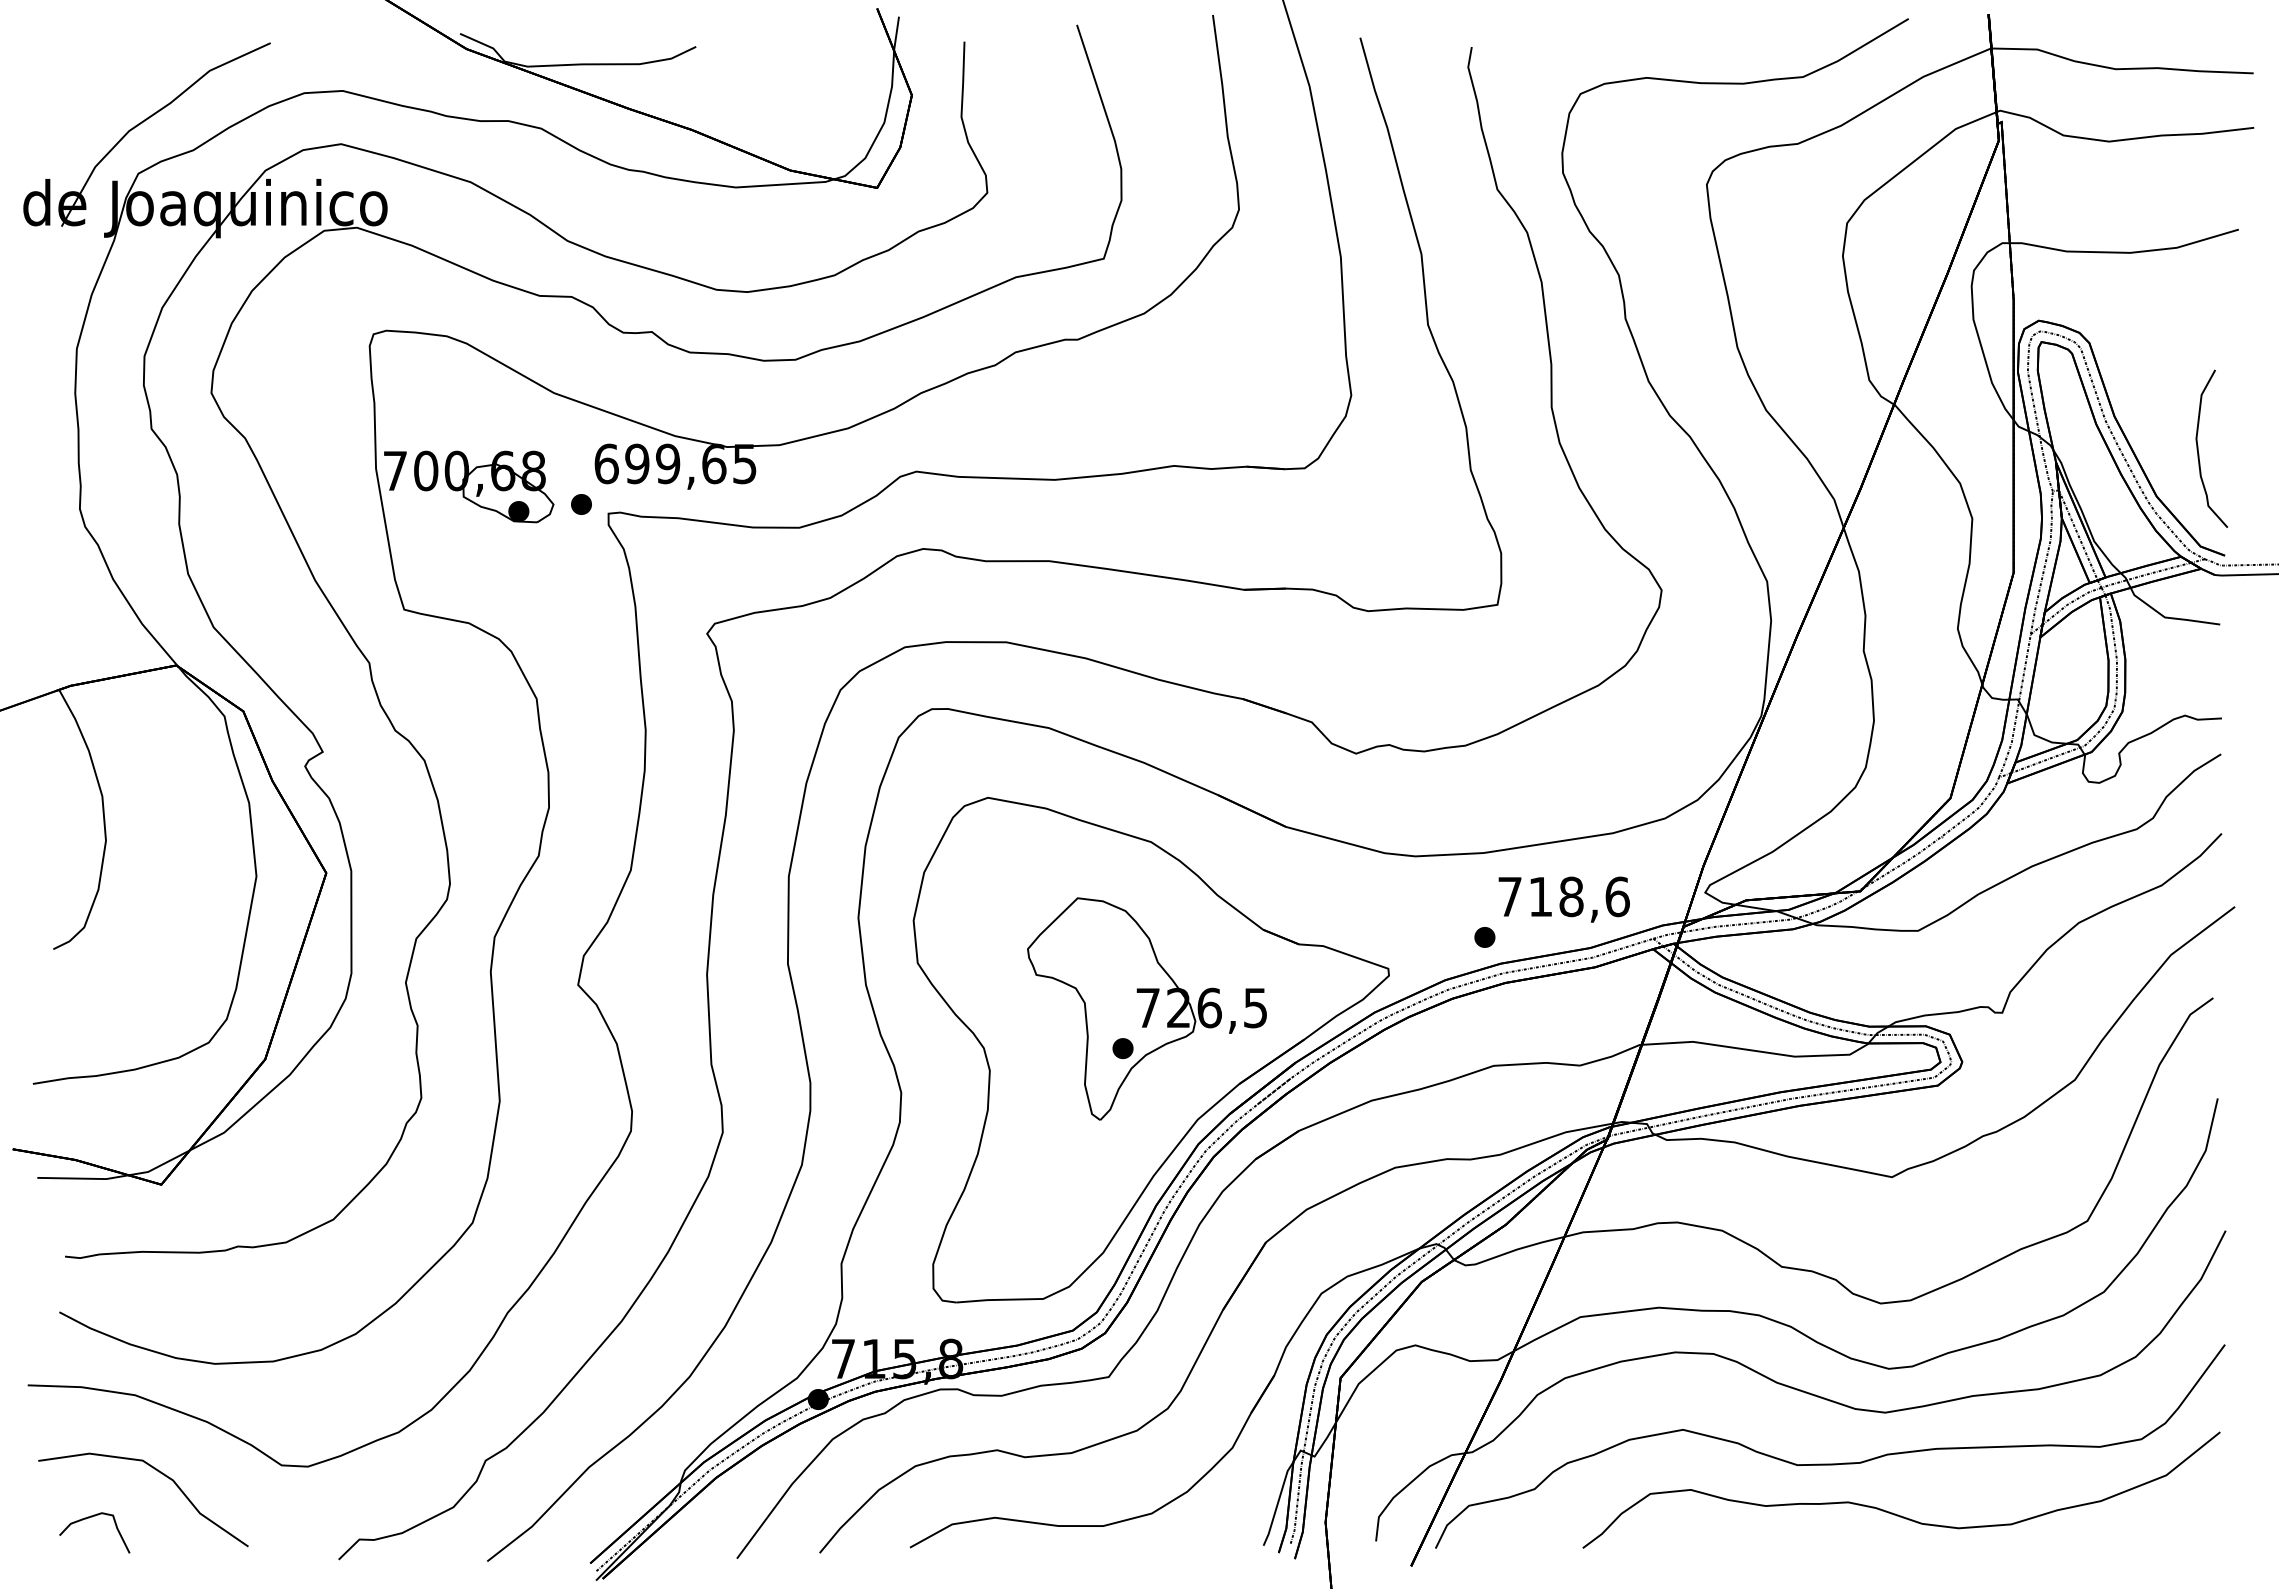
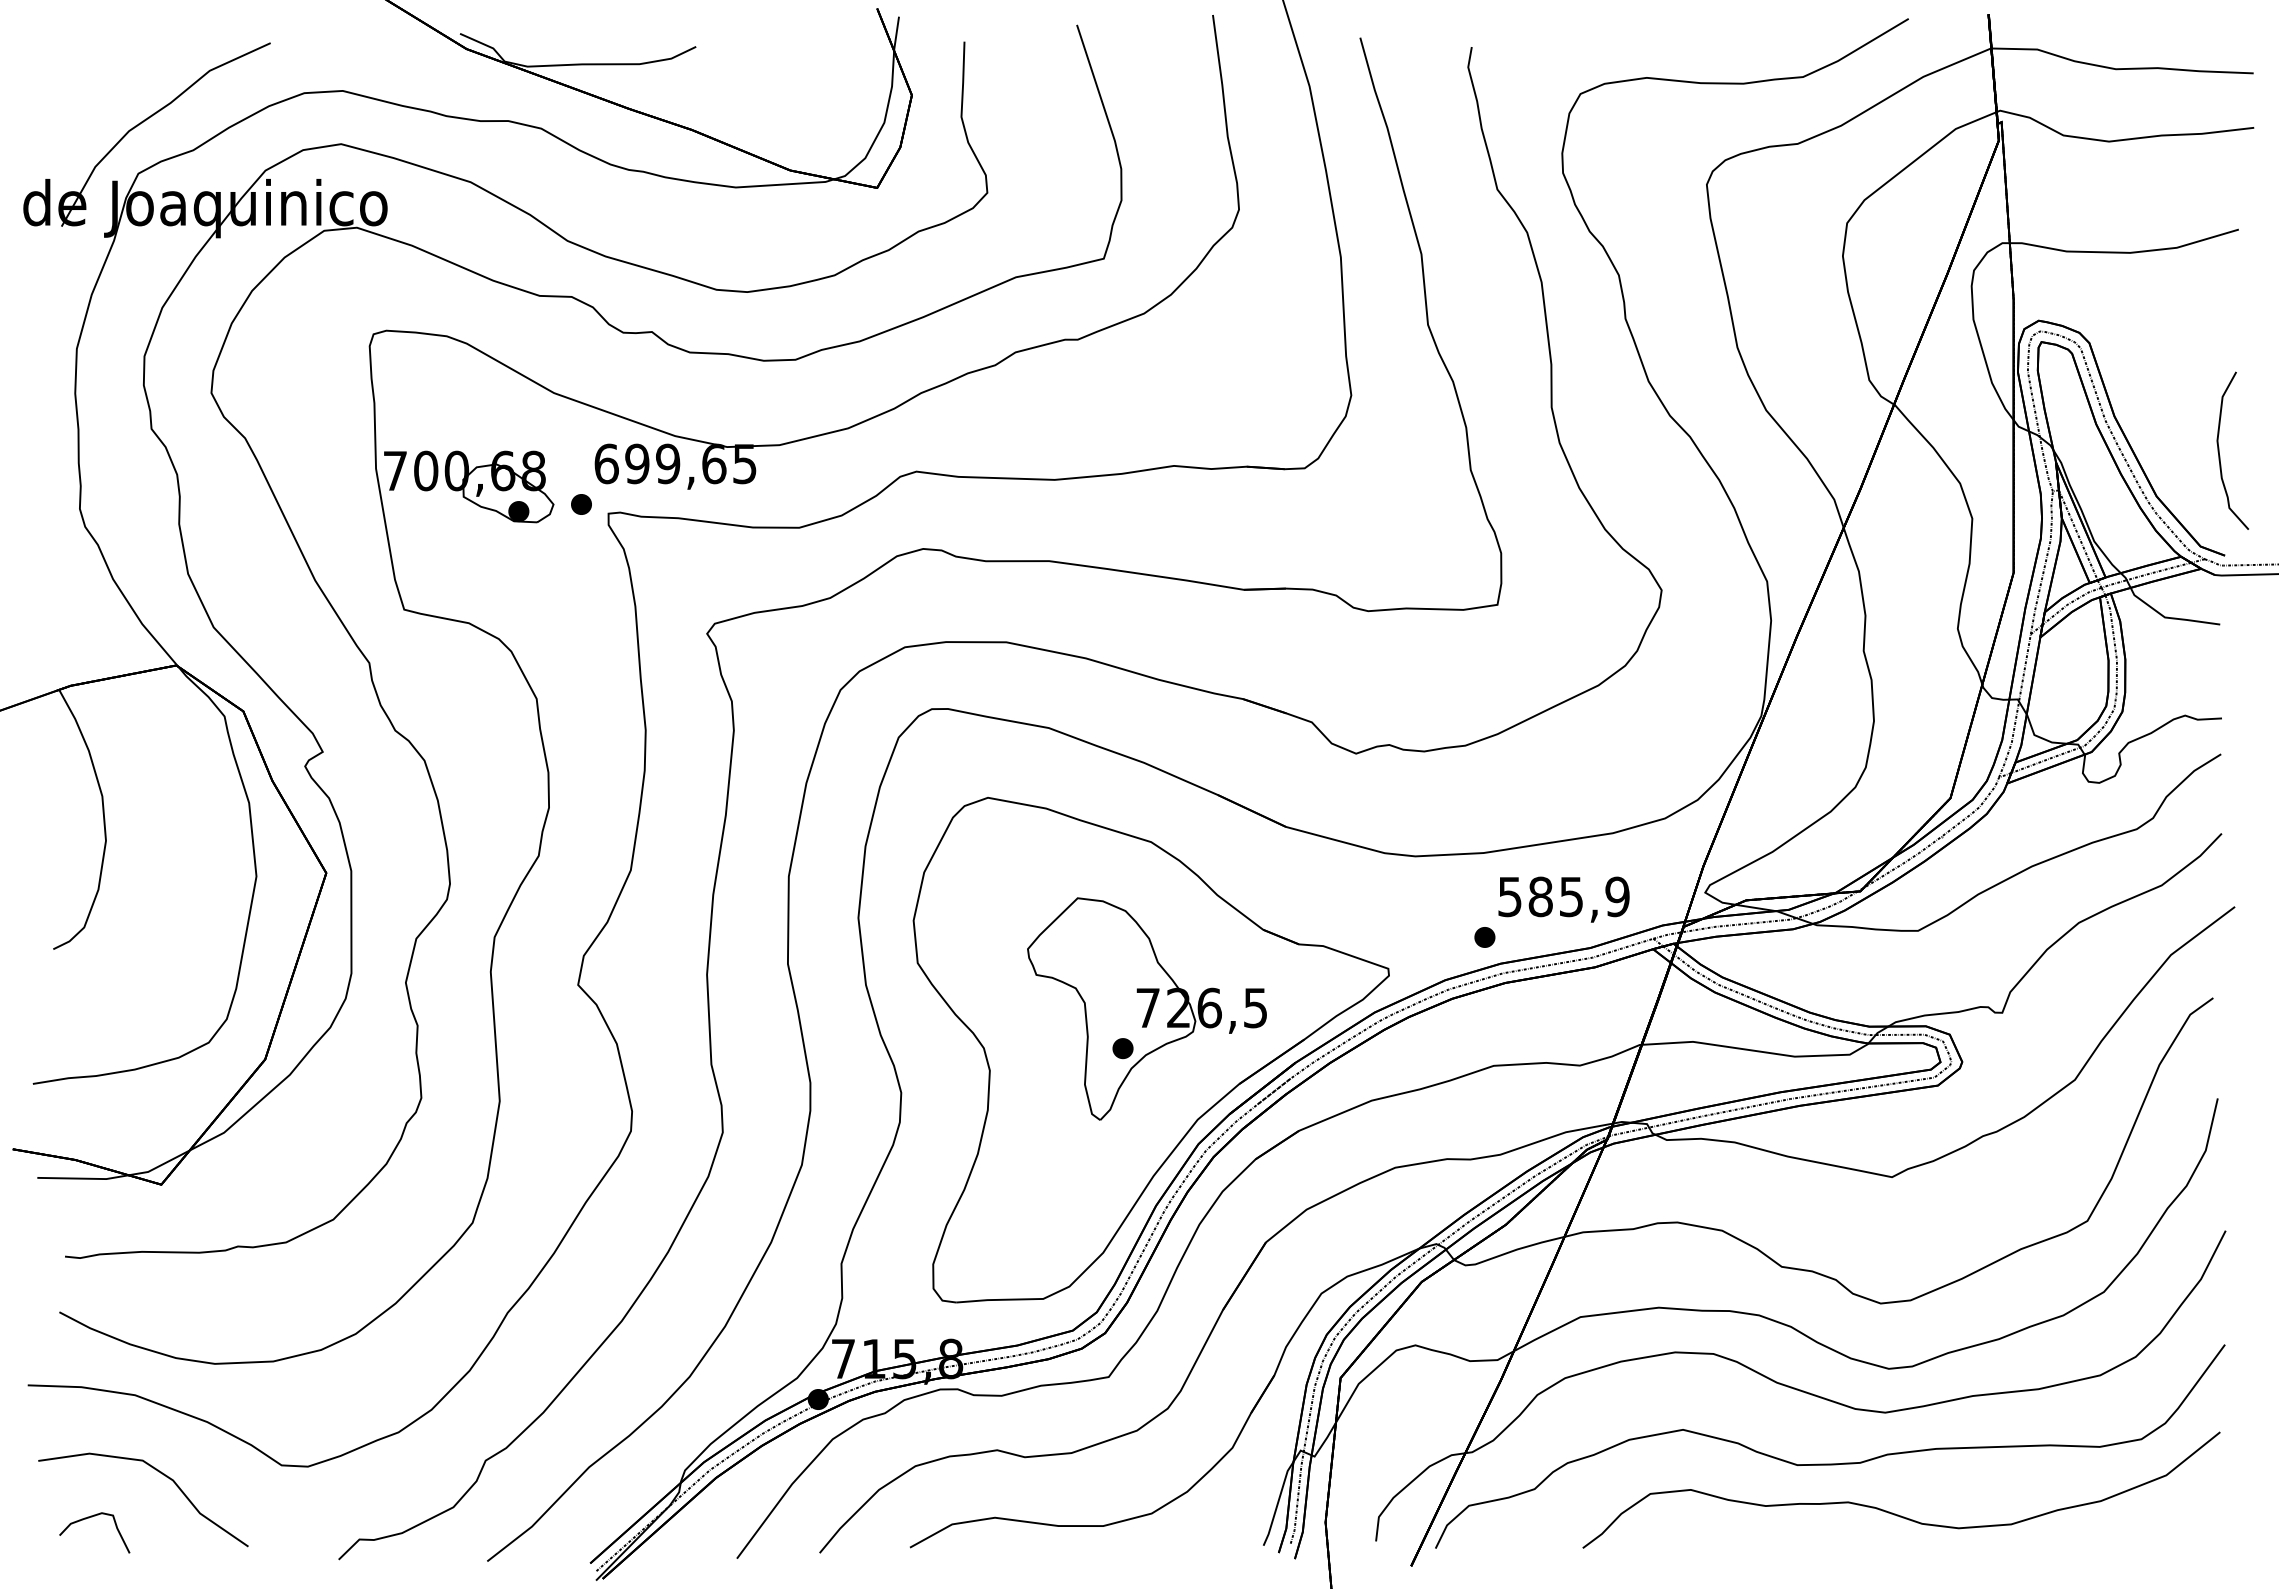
part at (2198, 448) position: (2198, 448) -> (2219, 450)
text at (1563, 896): 718,6 -> 585,9
